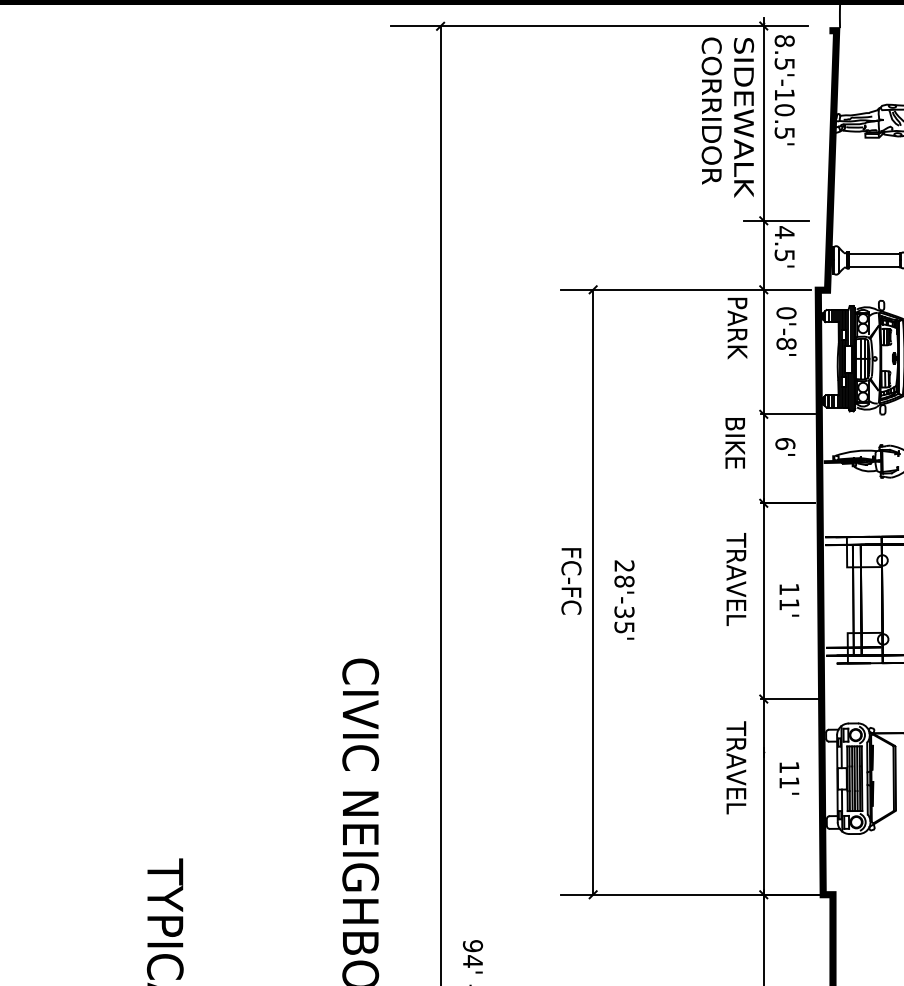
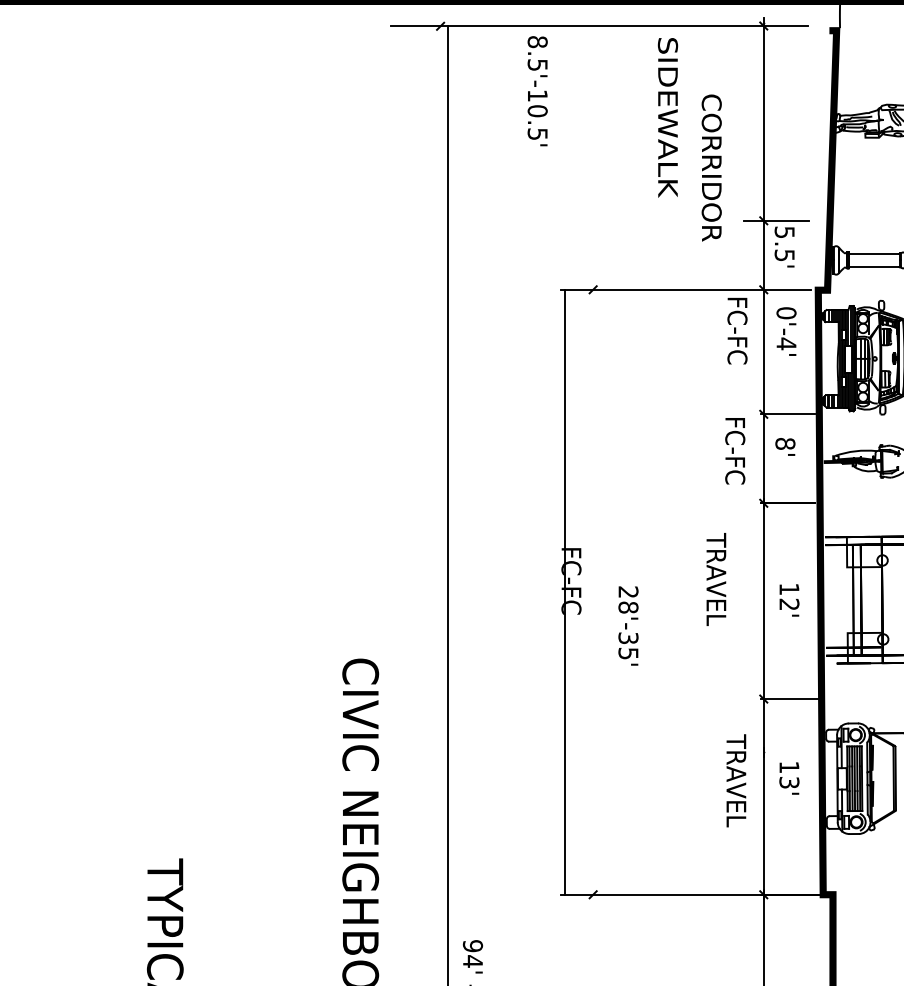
text at (784, 90) position: (784, 90) -> (537, 91)
text at (711, 110) position: (711, 110) -> (711, 167)
text at (743, 117) position: (743, 117) -> (667, 117)
text at (784, 232): 4.5' -> 5.5'
text at (737, 332): PARK -> FC-FC
text at (786, 343): 0'-8' -> 0'-4'
text at (785, 443): 6' -> 8'
text at (735, 452): BIKE -> FC-FC
line at (440, 504) position: (440, 504) -> (447, 504)
text at (736, 579) position: (736, 579) -> (716, 579)
line at (593, 591) position: (593, 591) -> (565, 591)
text at (624, 599) position: (624, 599) -> (628, 625)
text at (789, 604): 11' -> 12'
text at (736, 767) position: (736, 767) -> (736, 780)
text at (789, 782): 11' -> 13'
